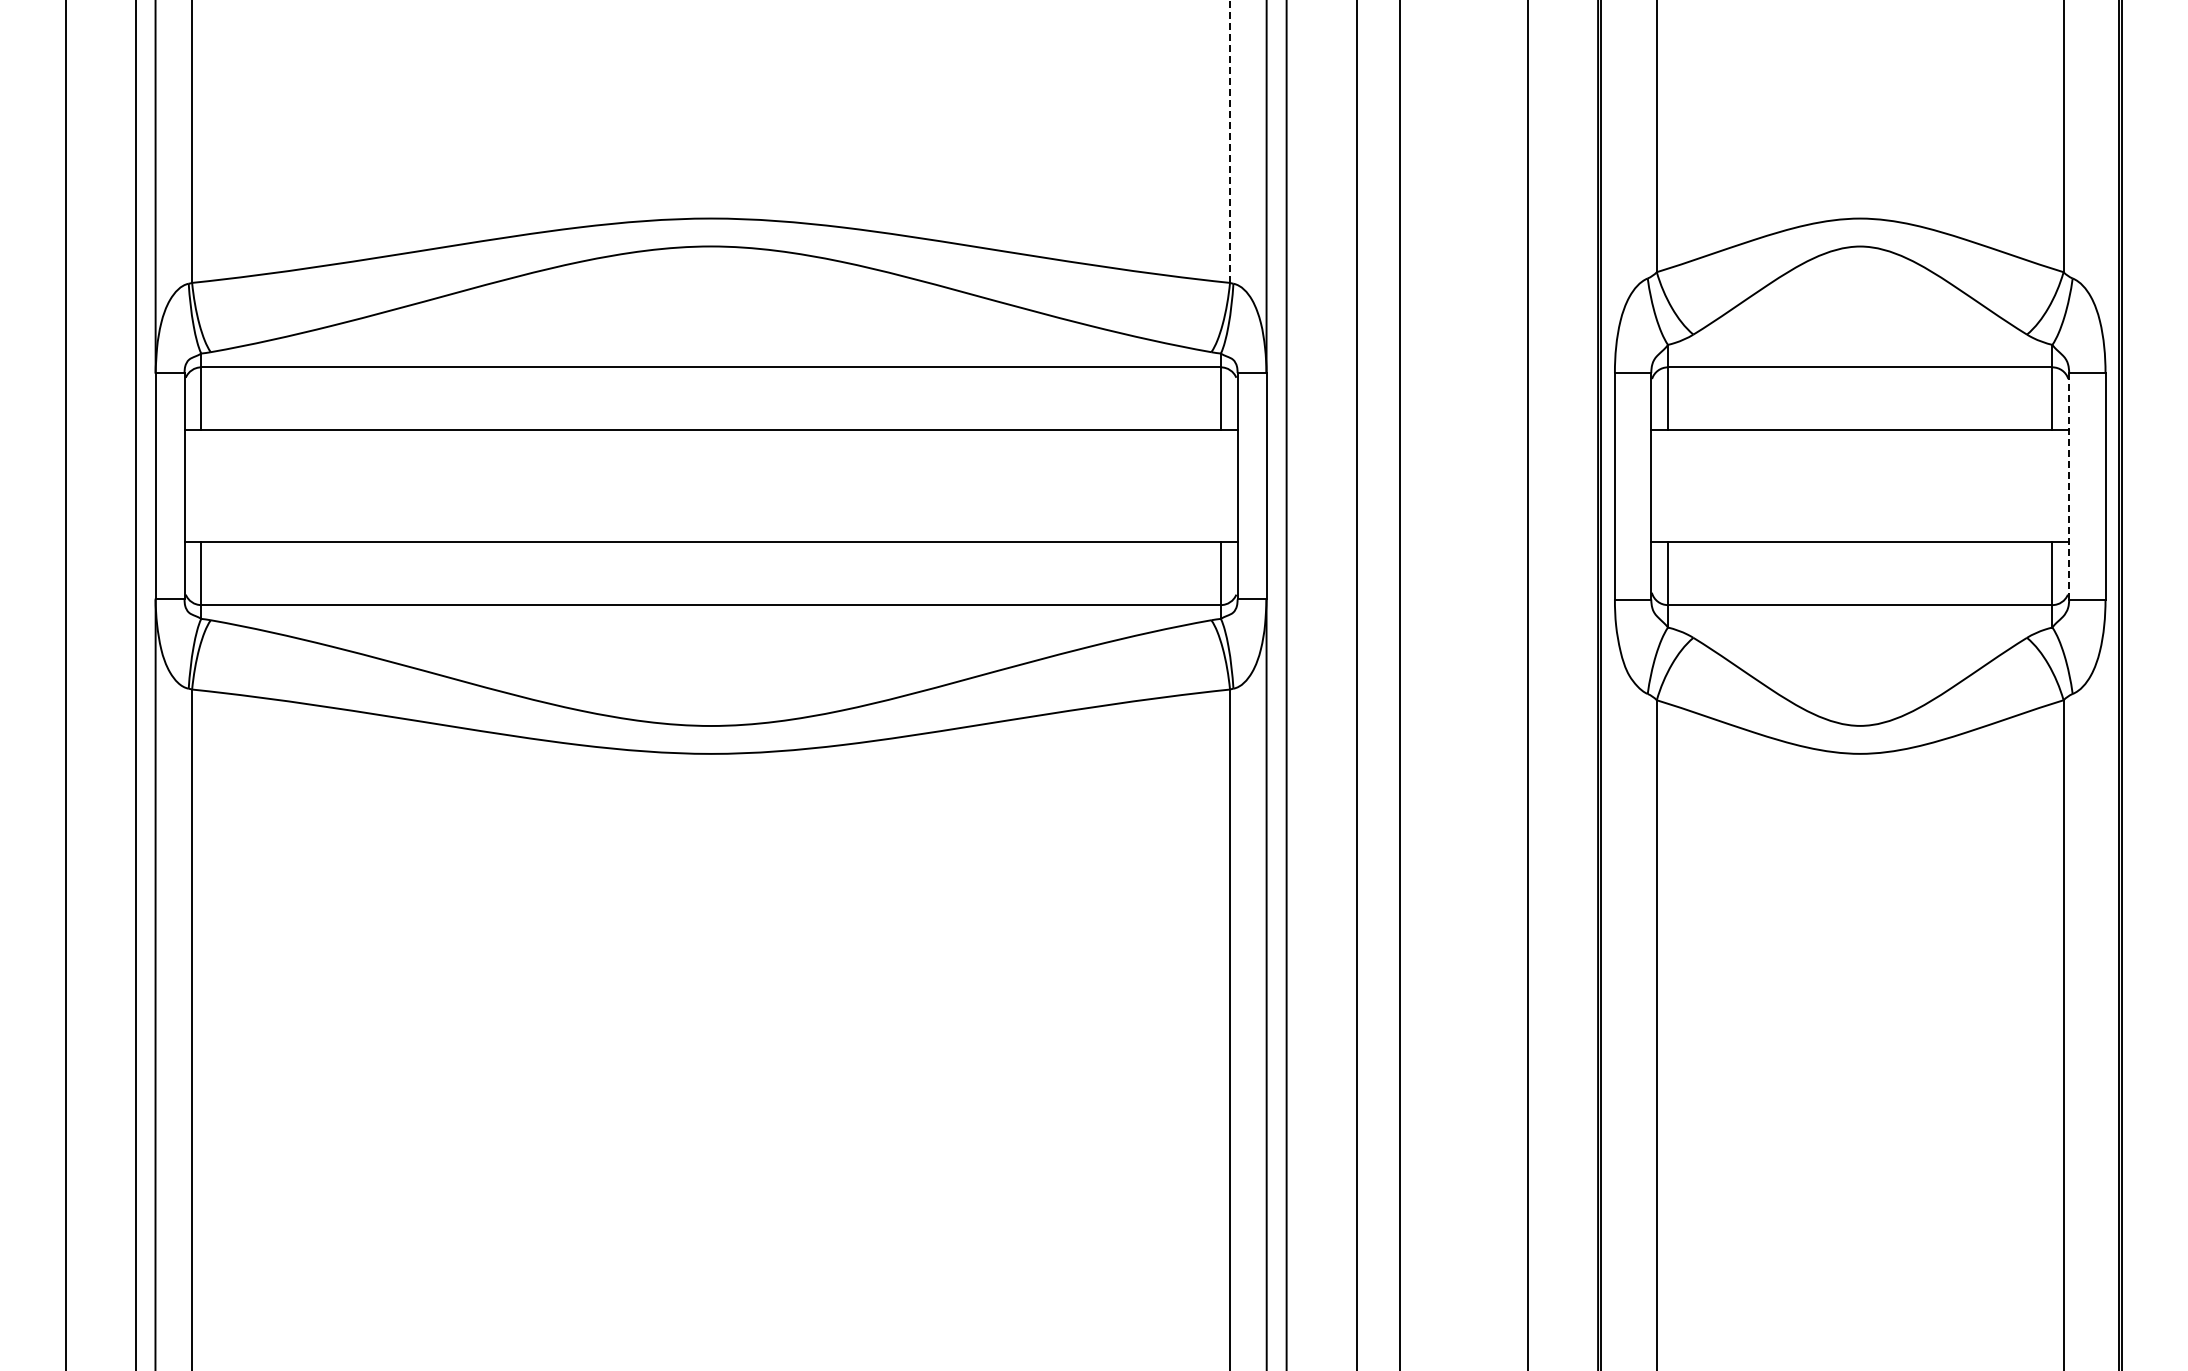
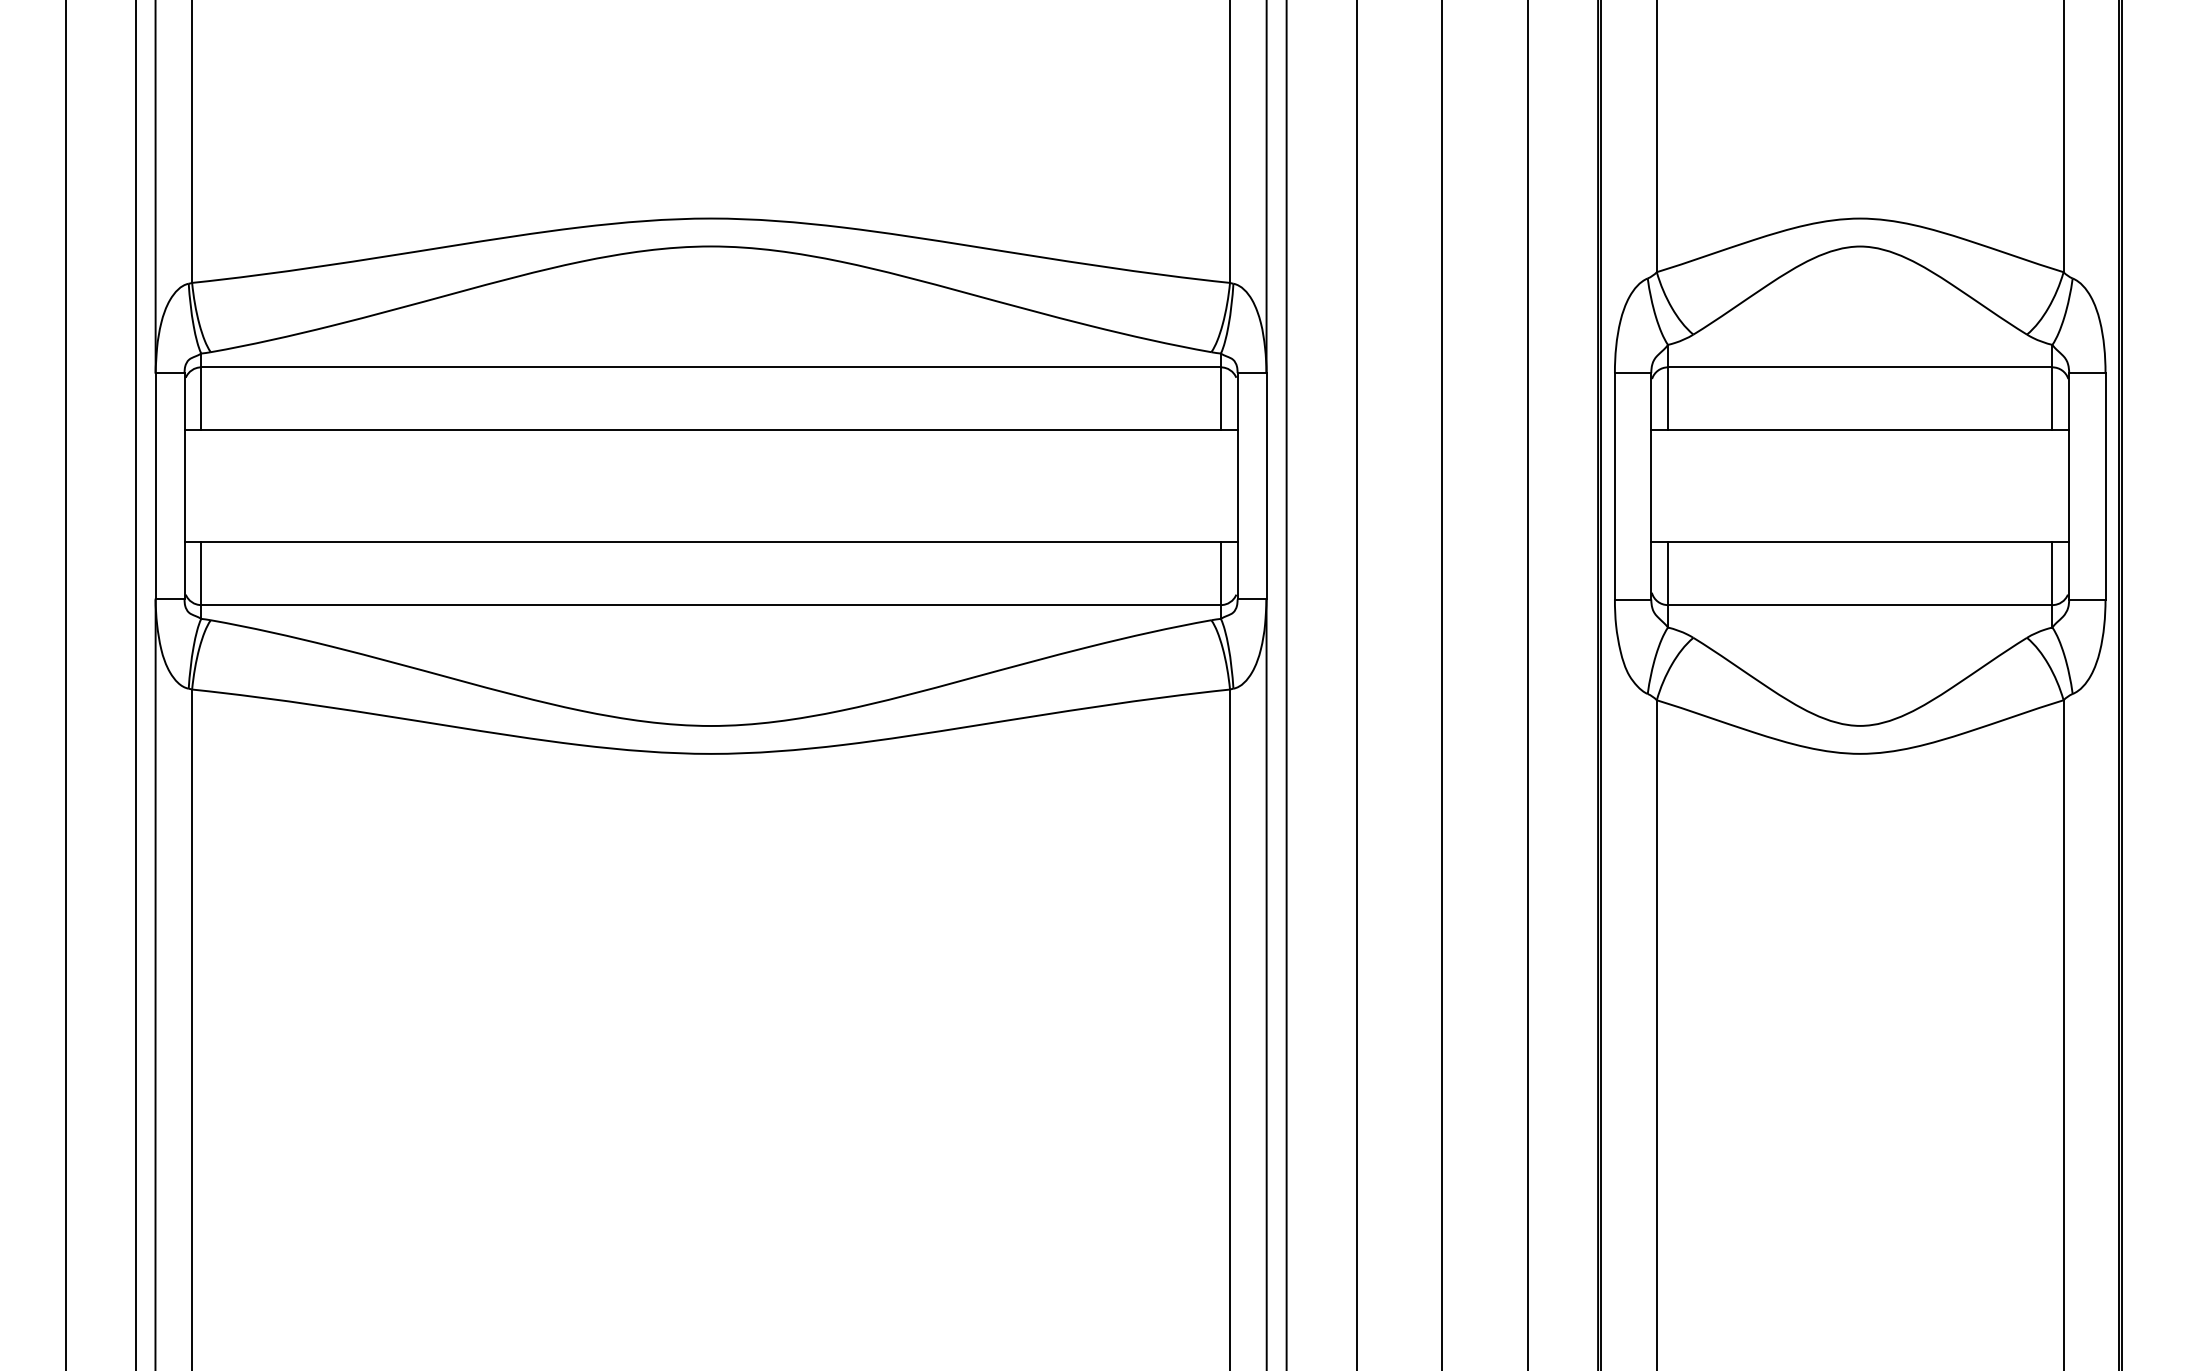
line at (1230, 141): dashed -> solid
line at (2069, 486): dashed -> solid
line at (1400, 684) position: (1400, 684) -> (1442, 684)
